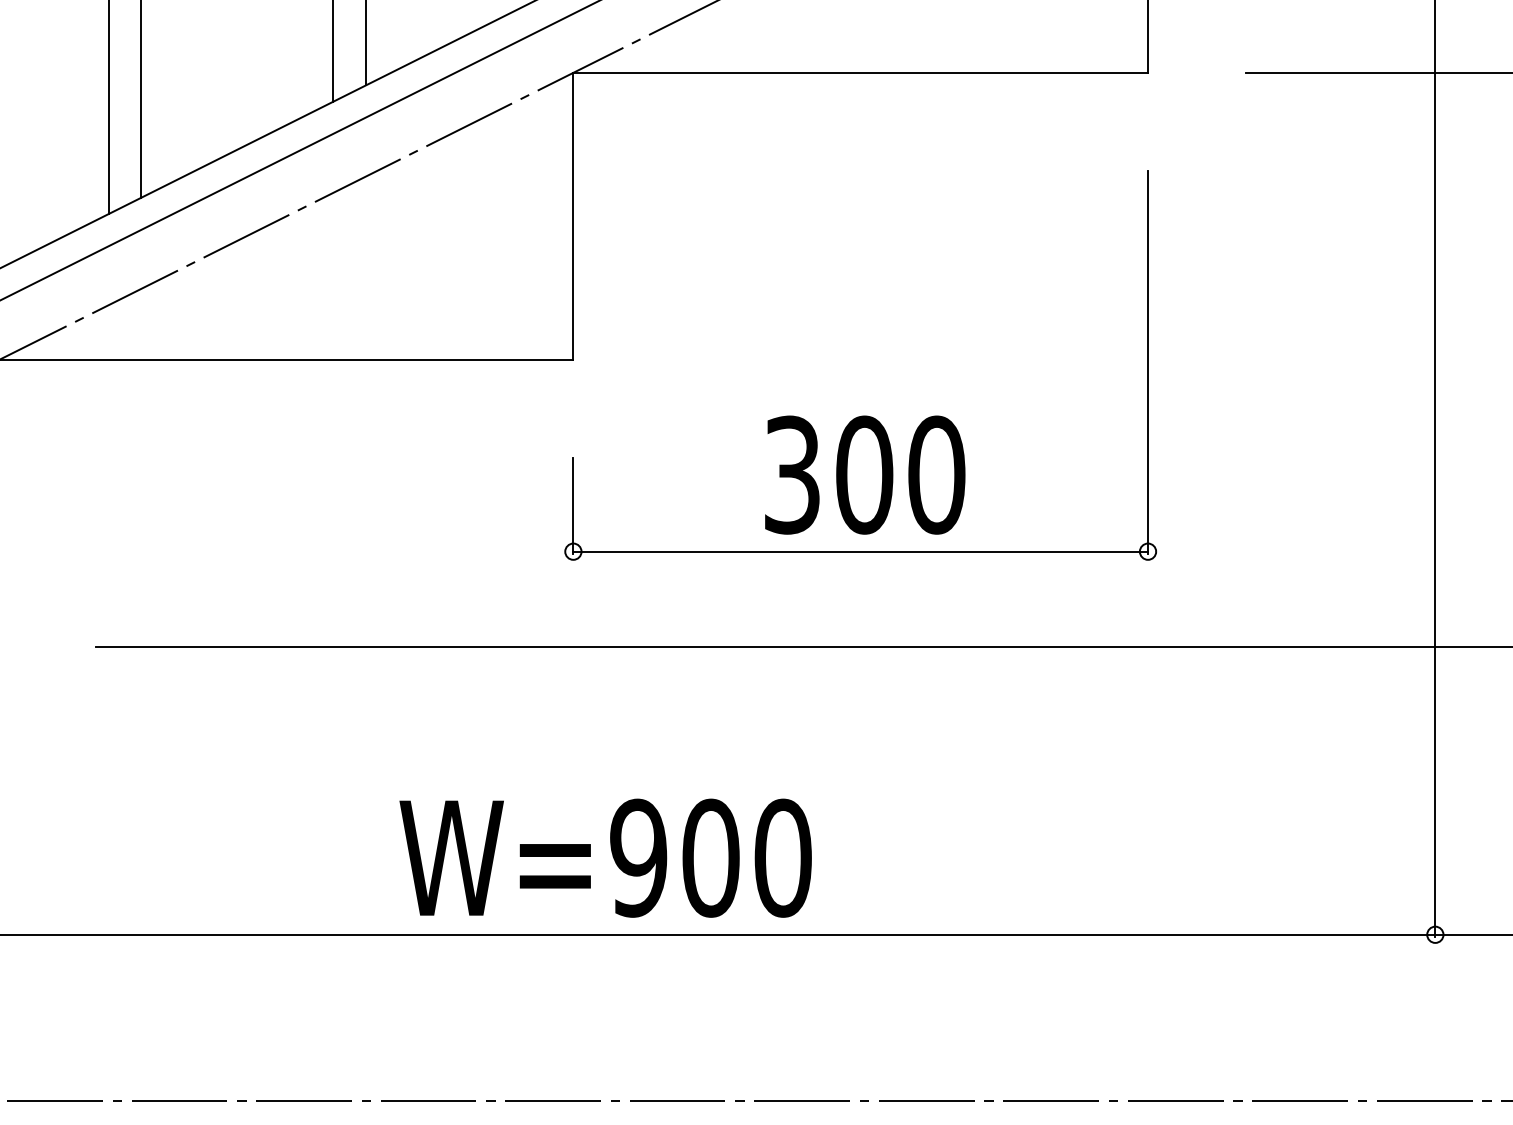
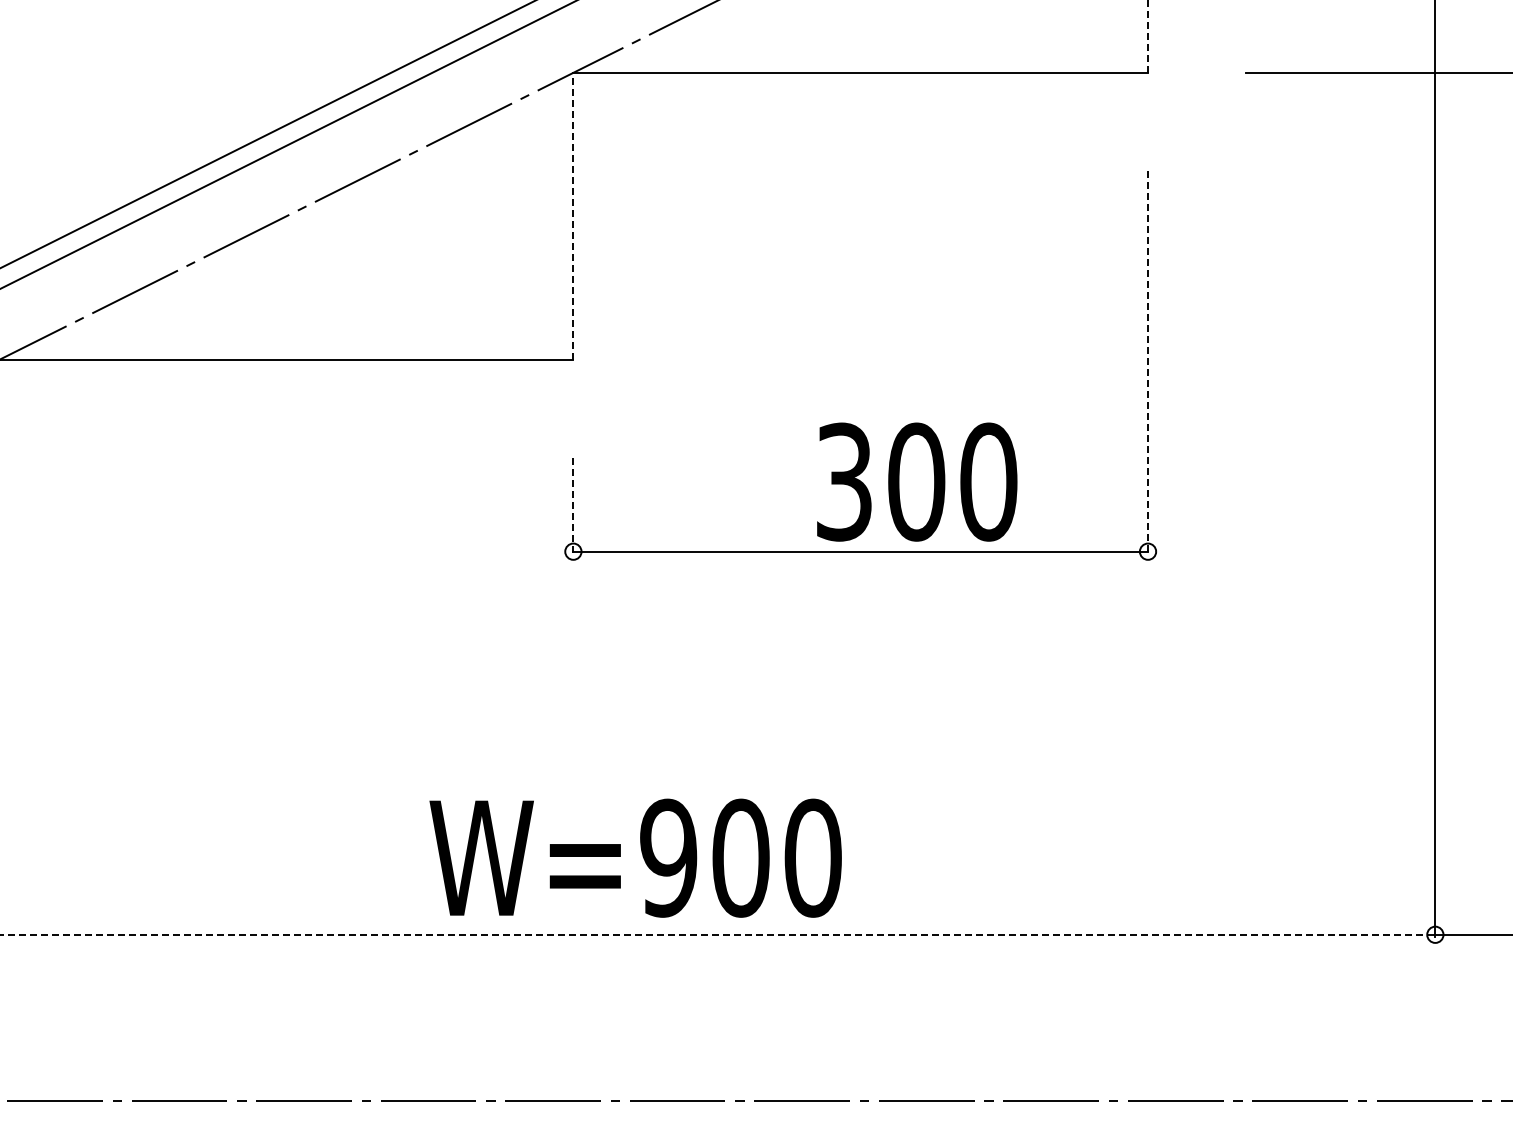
line at (1148, 35): solid -> dashed
line at (365, 43): present -> none
line at (333, 51): present -> none
line at (141, 99): present -> none
line at (108, 108): present -> none
line at (299, 150) position: (299, 150) -> (287, 145)
line at (573, 216): solid -> dashed
line at (1148, 362): solid -> dashed
text at (865, 474) position: (865, 474) -> (917, 481)
line at (573, 505): solid -> dashed
line at (802, 647): present -> none
text at (605, 857) position: (605, 857) -> (635, 857)
line at (718, 934): solid -> dashed
